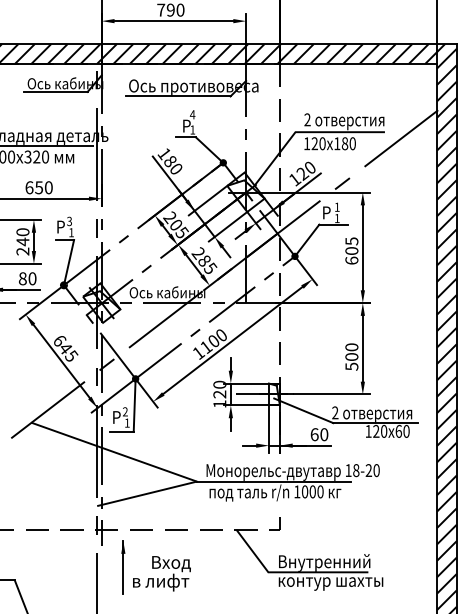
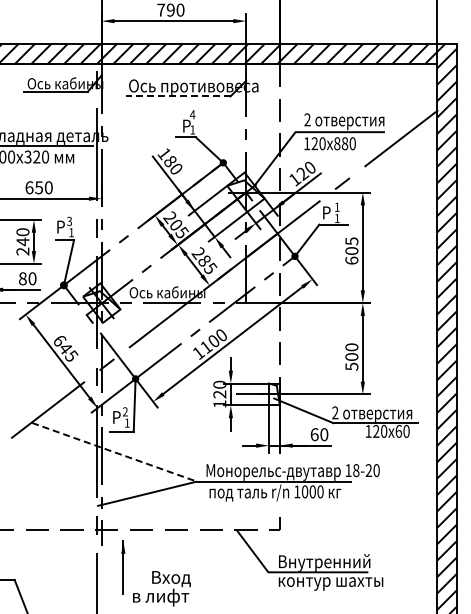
line at (177, 96): solid -> dashed
text at (337, 143): 180 -> 880
line at (114, 452): solid -> dashed
text at (161, 573) position: (161, 573) -> (161, 588)
